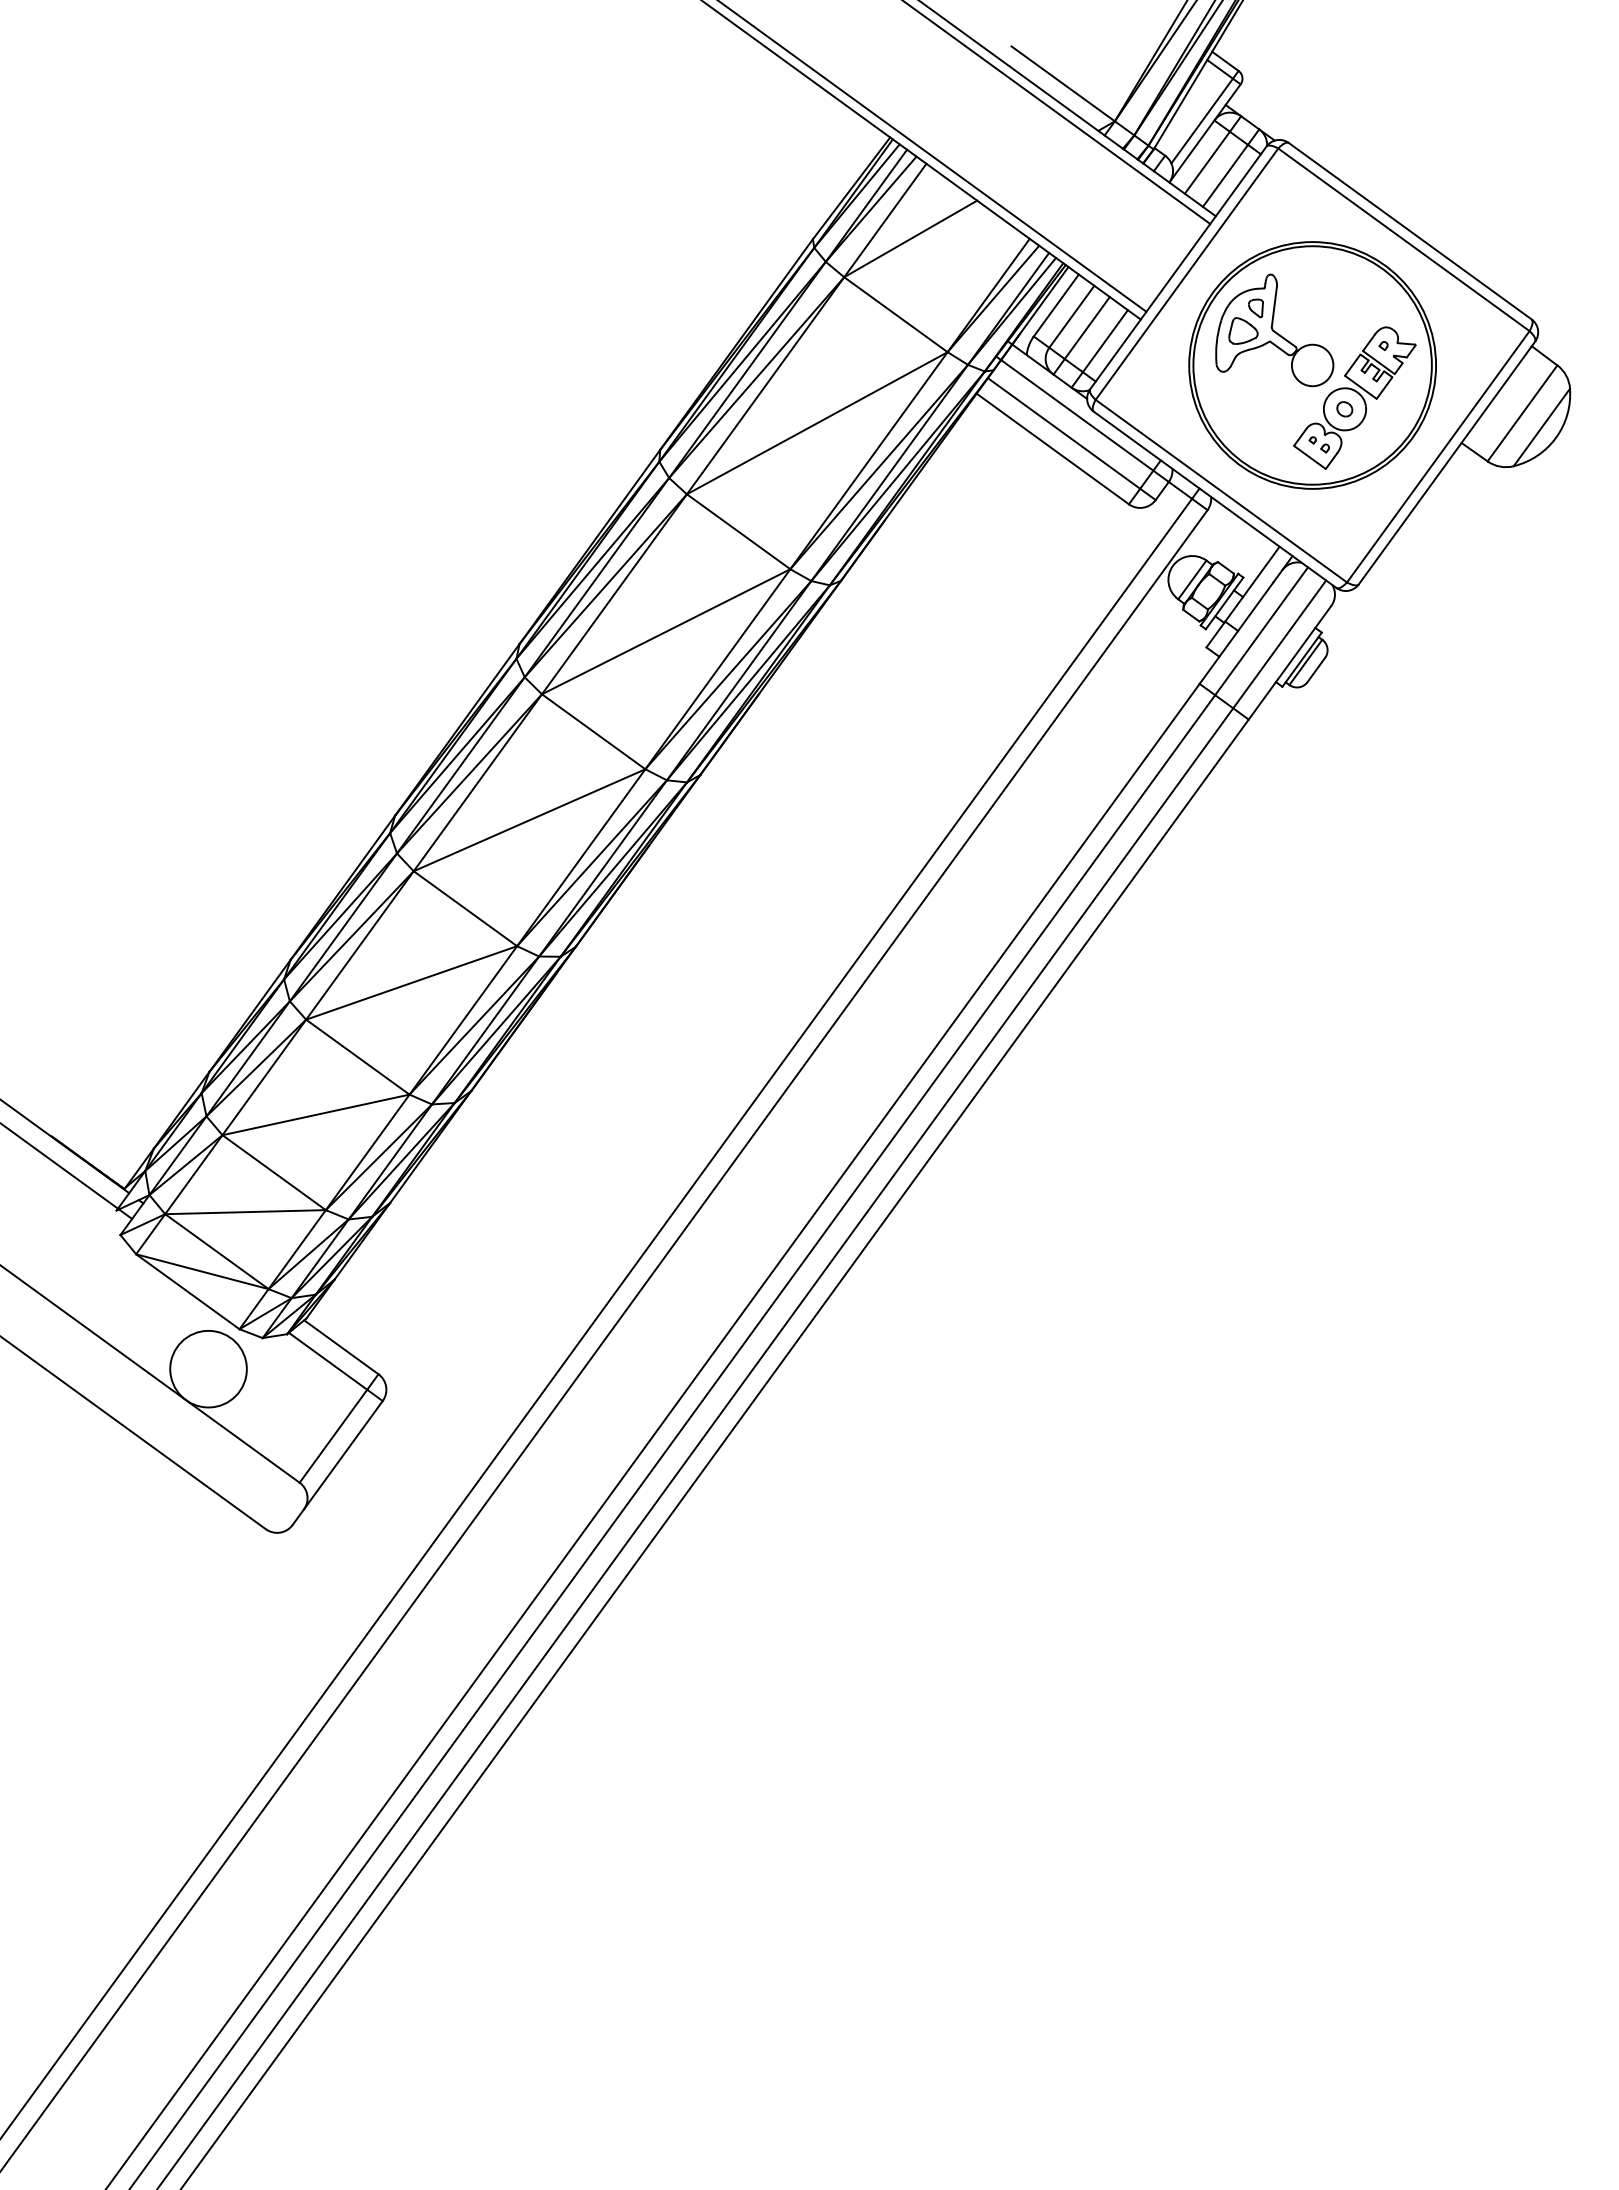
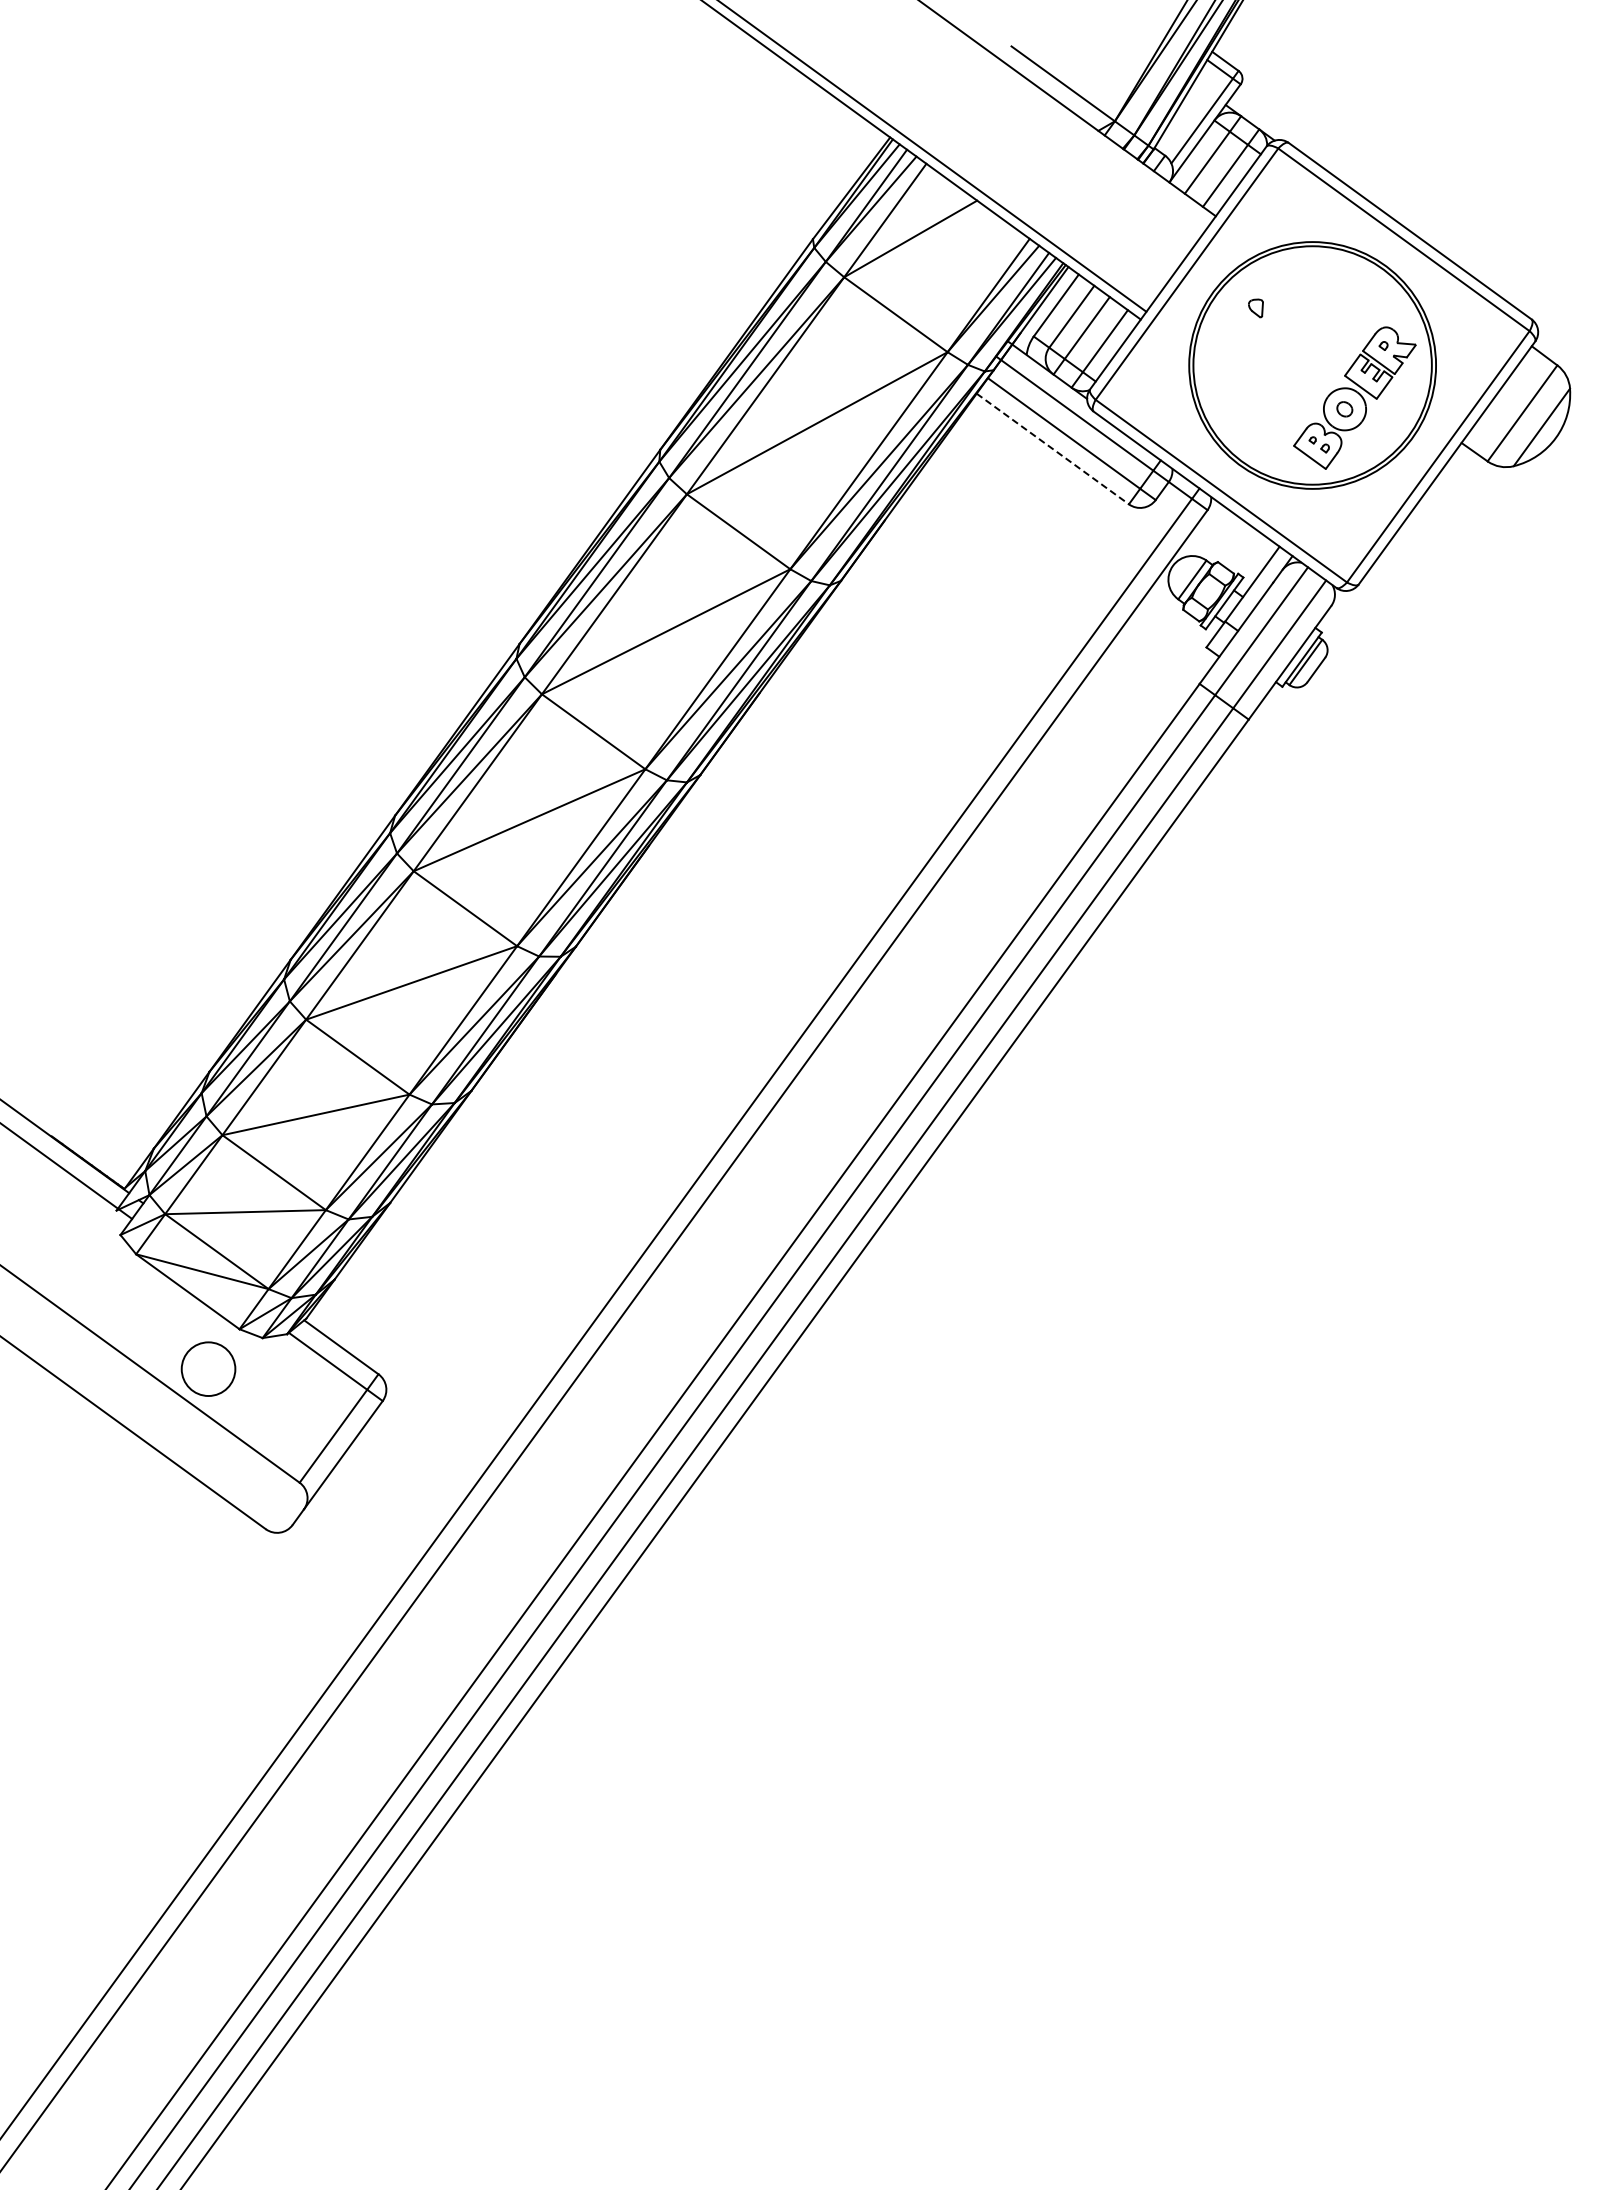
line at (1057, 113): present -> none
part at (1274, 330): present -> none
line at (1053, 449): solid -> dashed
circle at (208, 1368) diameter: 77 px -> 54 px
